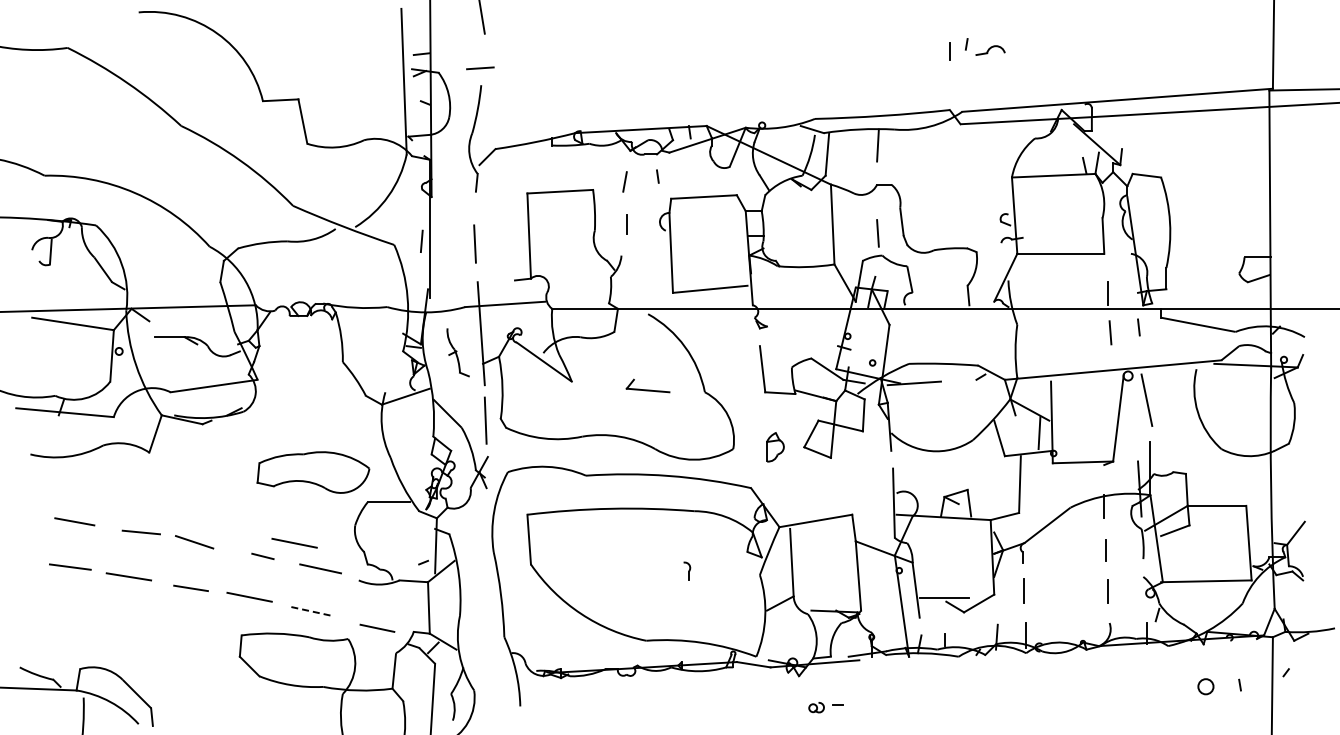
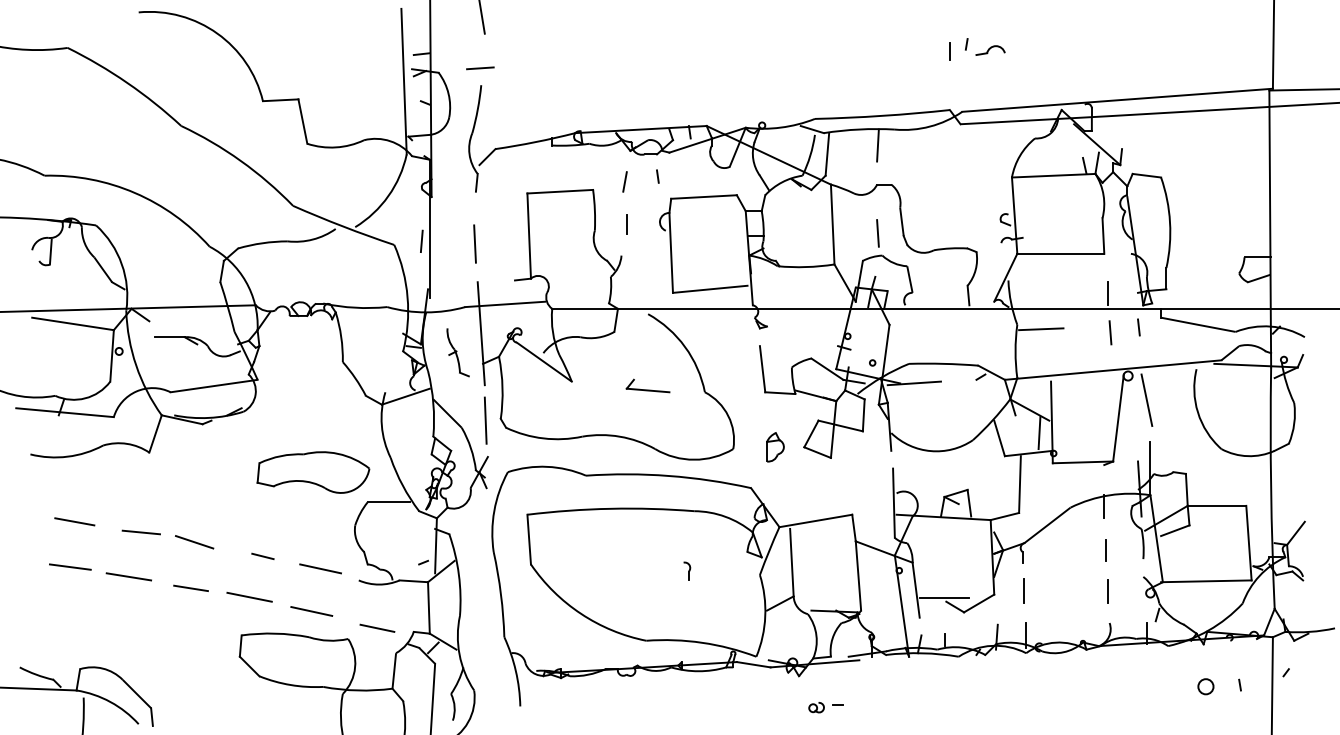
line at (1041, 329): none -> present
line at (294, 542): present -> none
line at (311, 611): dashed -> solid
